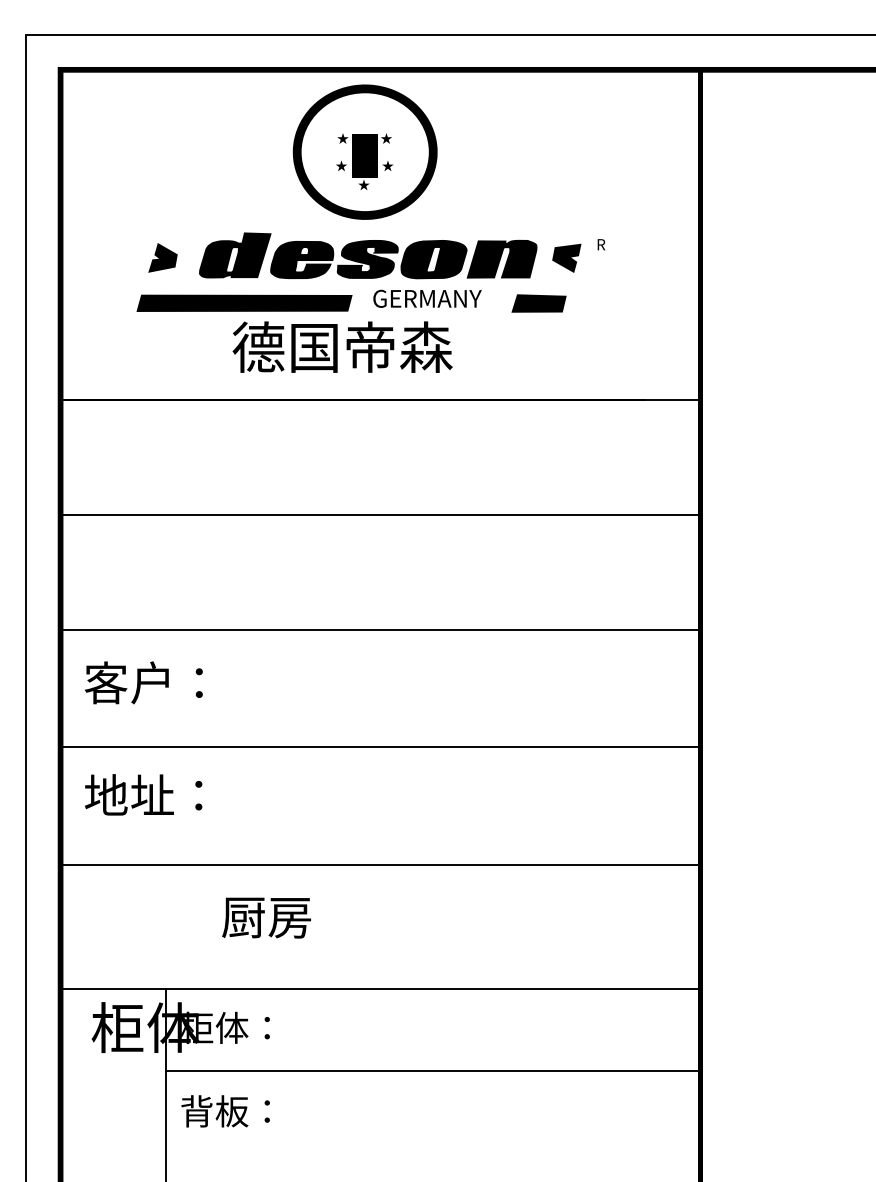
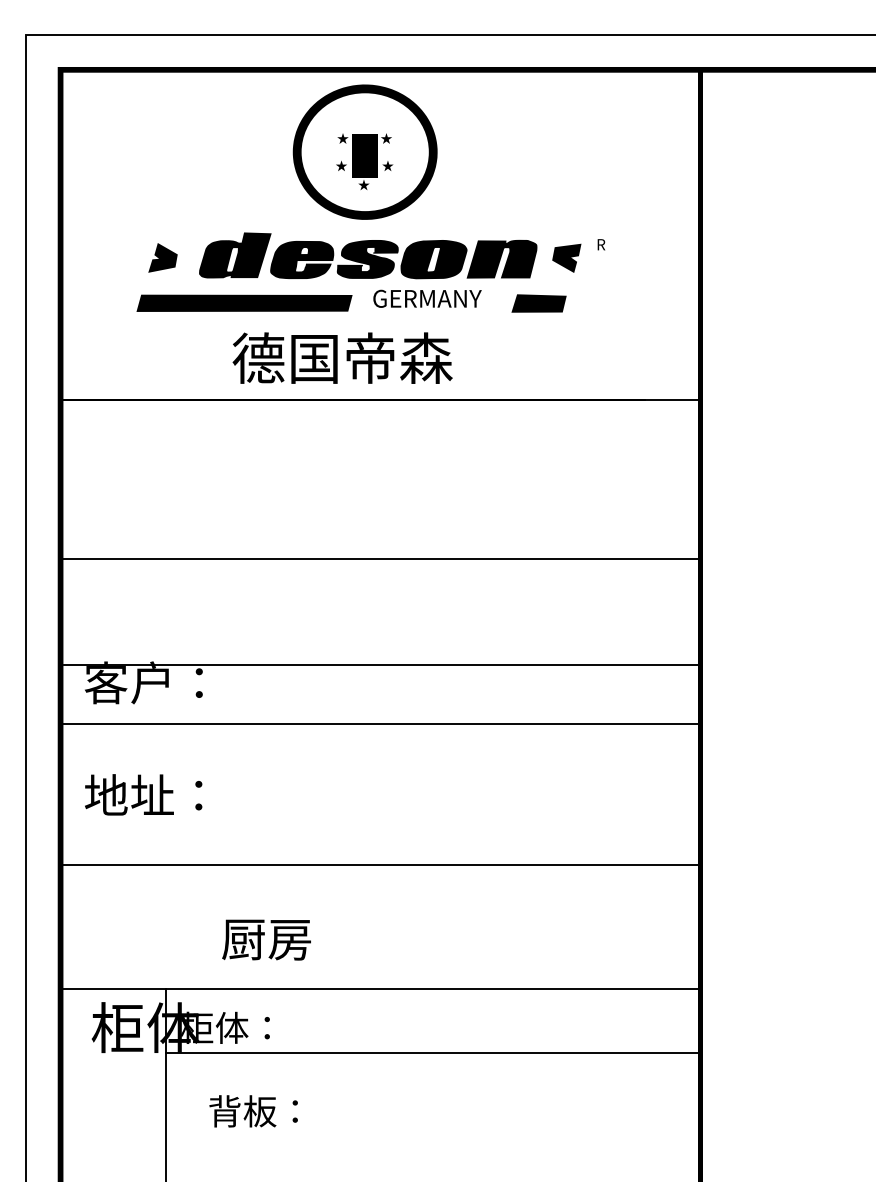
text at (342, 346) position: (342, 346) -> (342, 357)
line at (380, 514) position: (380, 514) -> (380, 558)
line at (382, 629) position: (382, 629) -> (382, 664)
line at (380, 747) position: (380, 747) -> (380, 724)
text at (266, 917) position: (266, 917) -> (266, 939)
line at (432, 1071) position: (432, 1071) -> (432, 1053)
text at (225, 1111) position: (225, 1111) -> (253, 1111)
